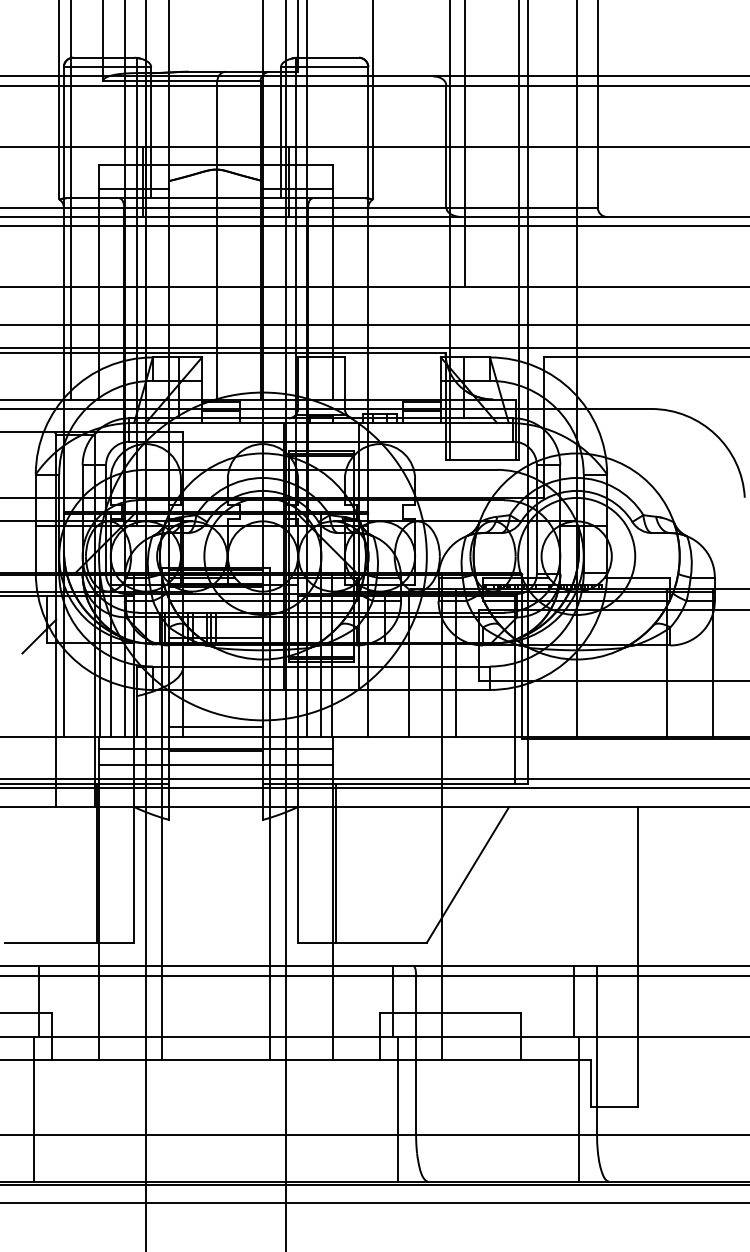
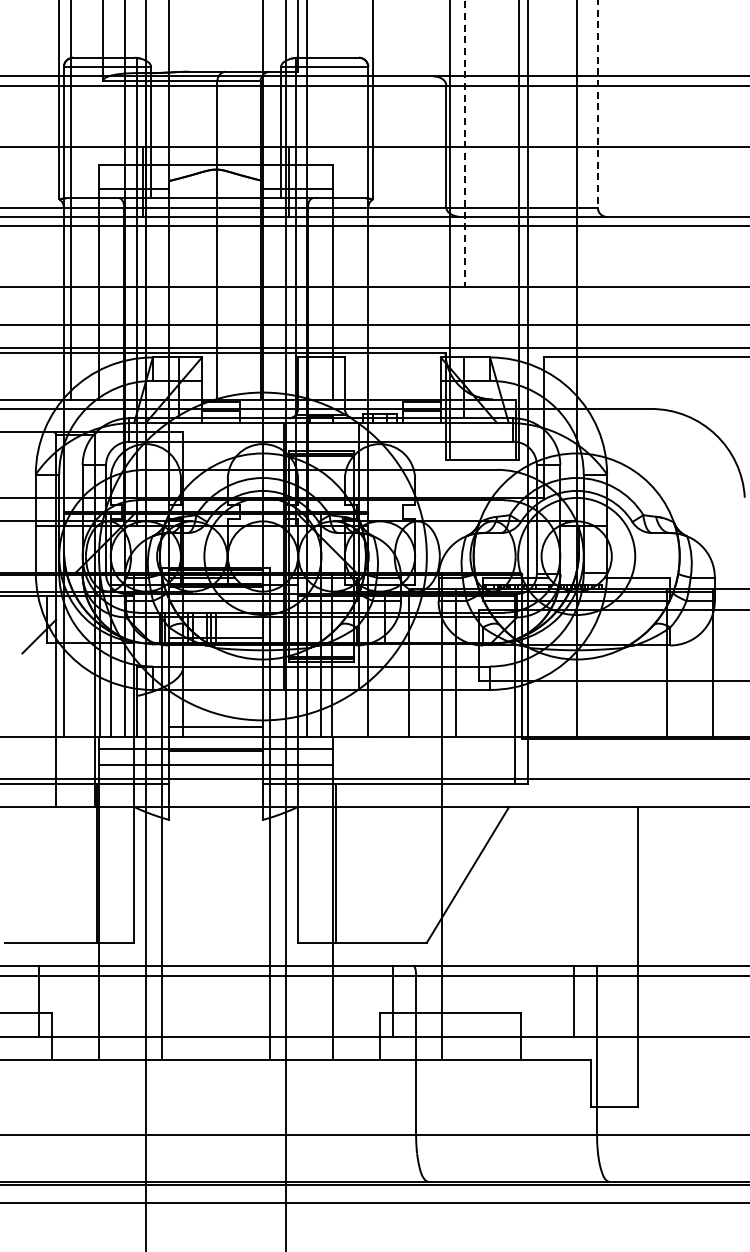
line at (597, 104): solid -> dashed
line at (465, 144): solid -> dashed
line at (374, 788): present -> none
line at (34, 1108): present -> none
line at (397, 1108): present -> none
line at (578, 1108): present -> none
